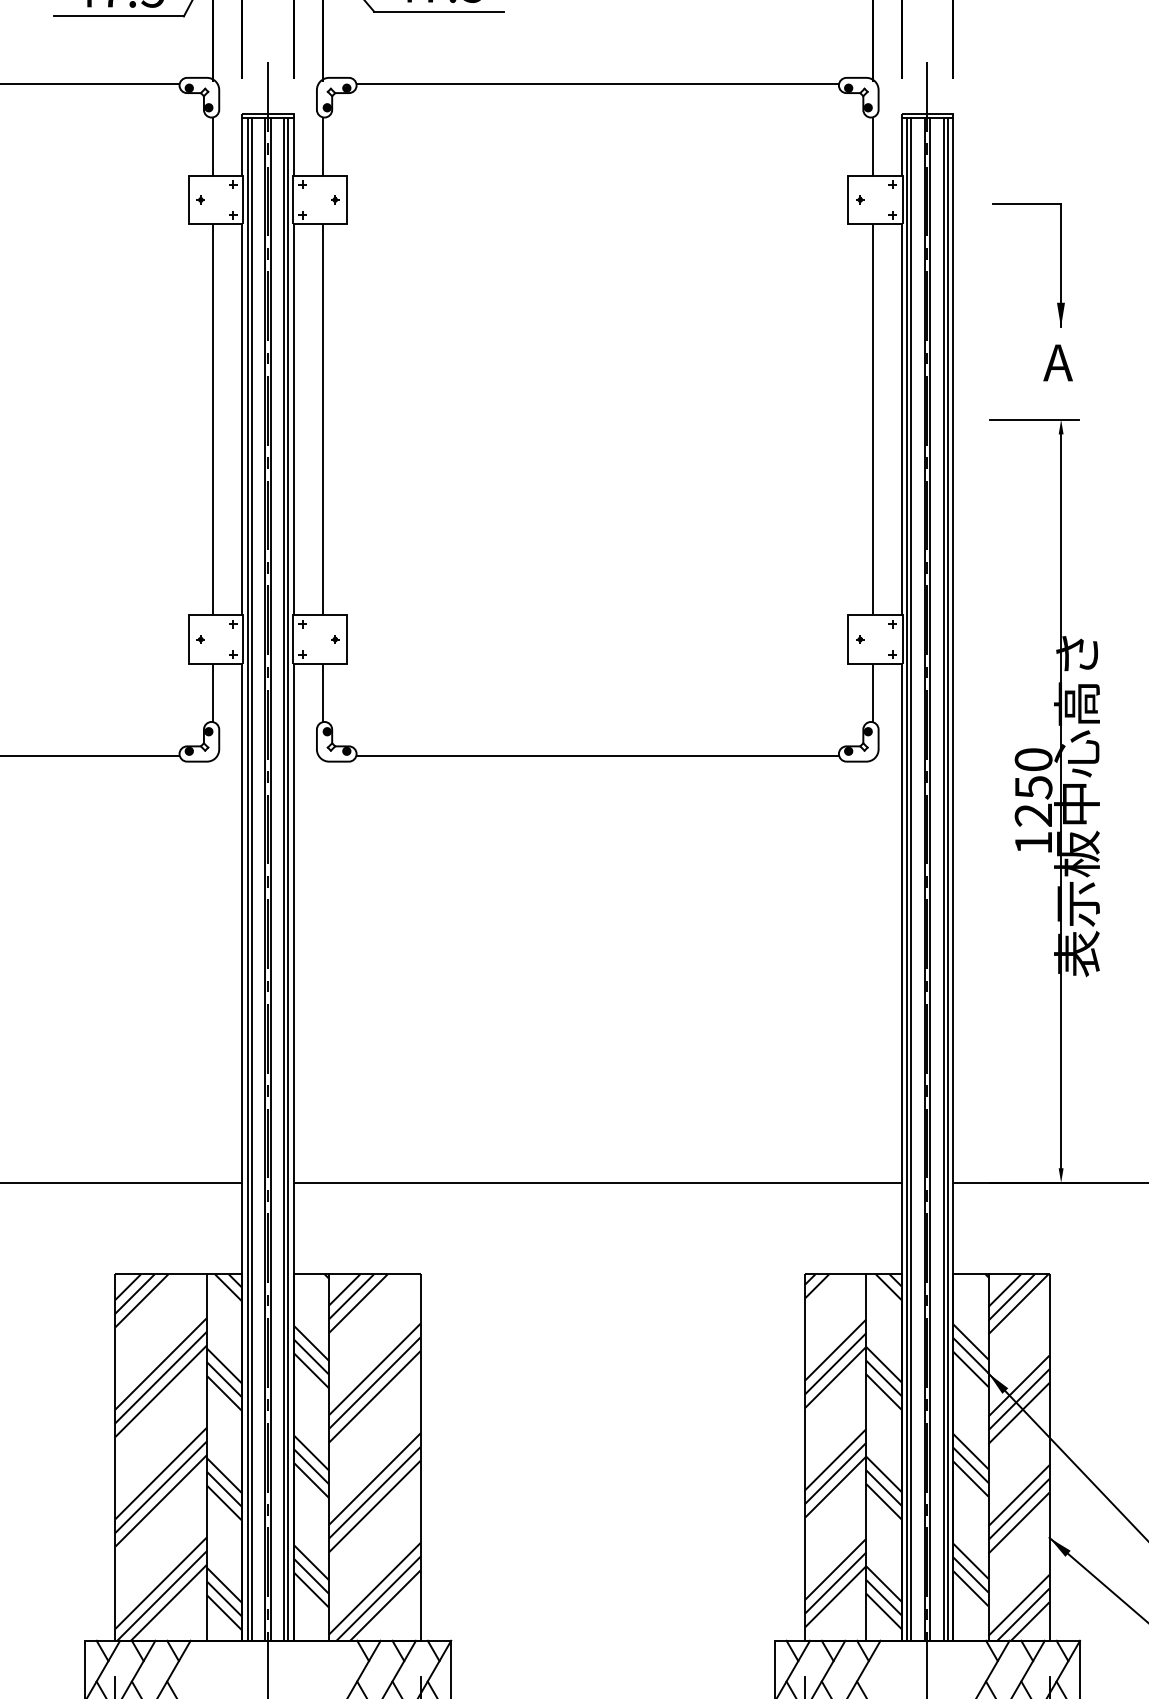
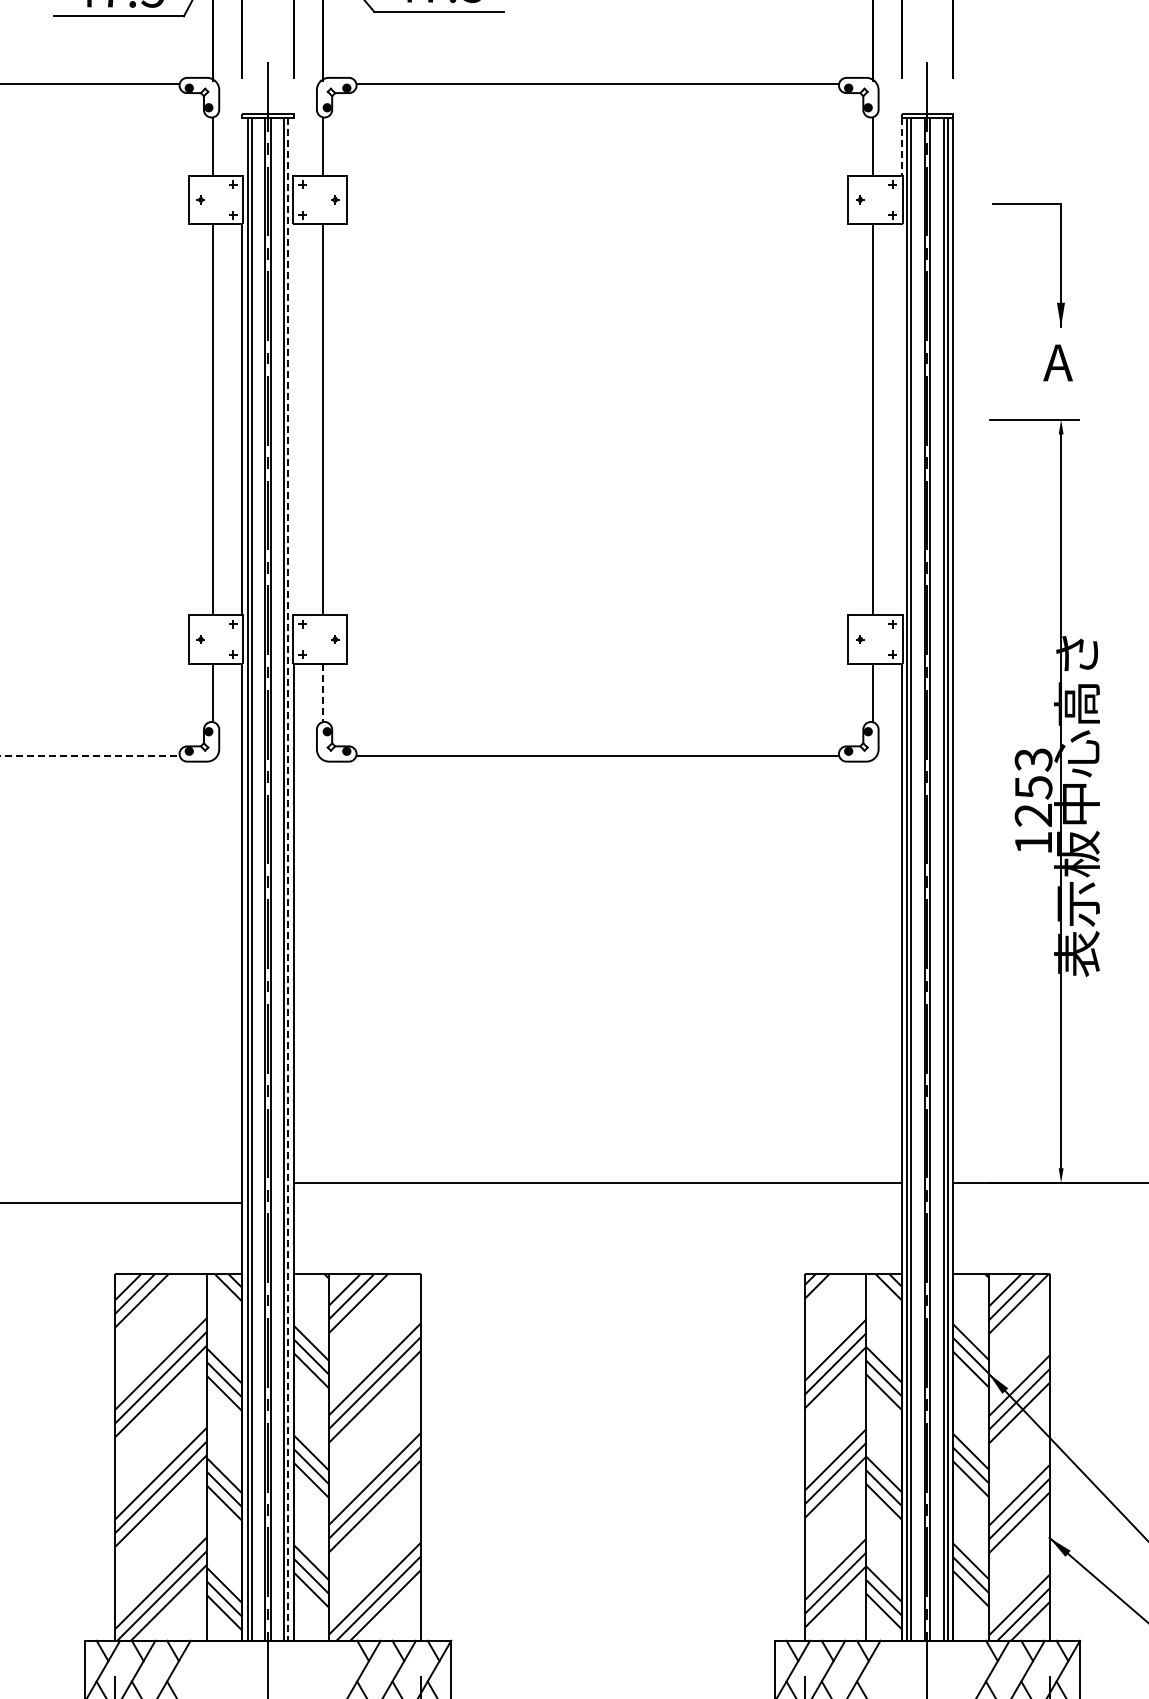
line at (242, 146): present -> none
line at (293, 146): present -> none
line at (901, 146): solid -> dashed
line at (293, 419): present -> none
line at (901, 419): present -> none
line at (323, 693): solid -> dashed
line at (90, 755): solid -> dashed
text at (1033, 759): 1250 -> 1253
line at (288, 879): solid -> dashed
line at (122, 1182) position: (122, 1182) -> (122, 1202)
